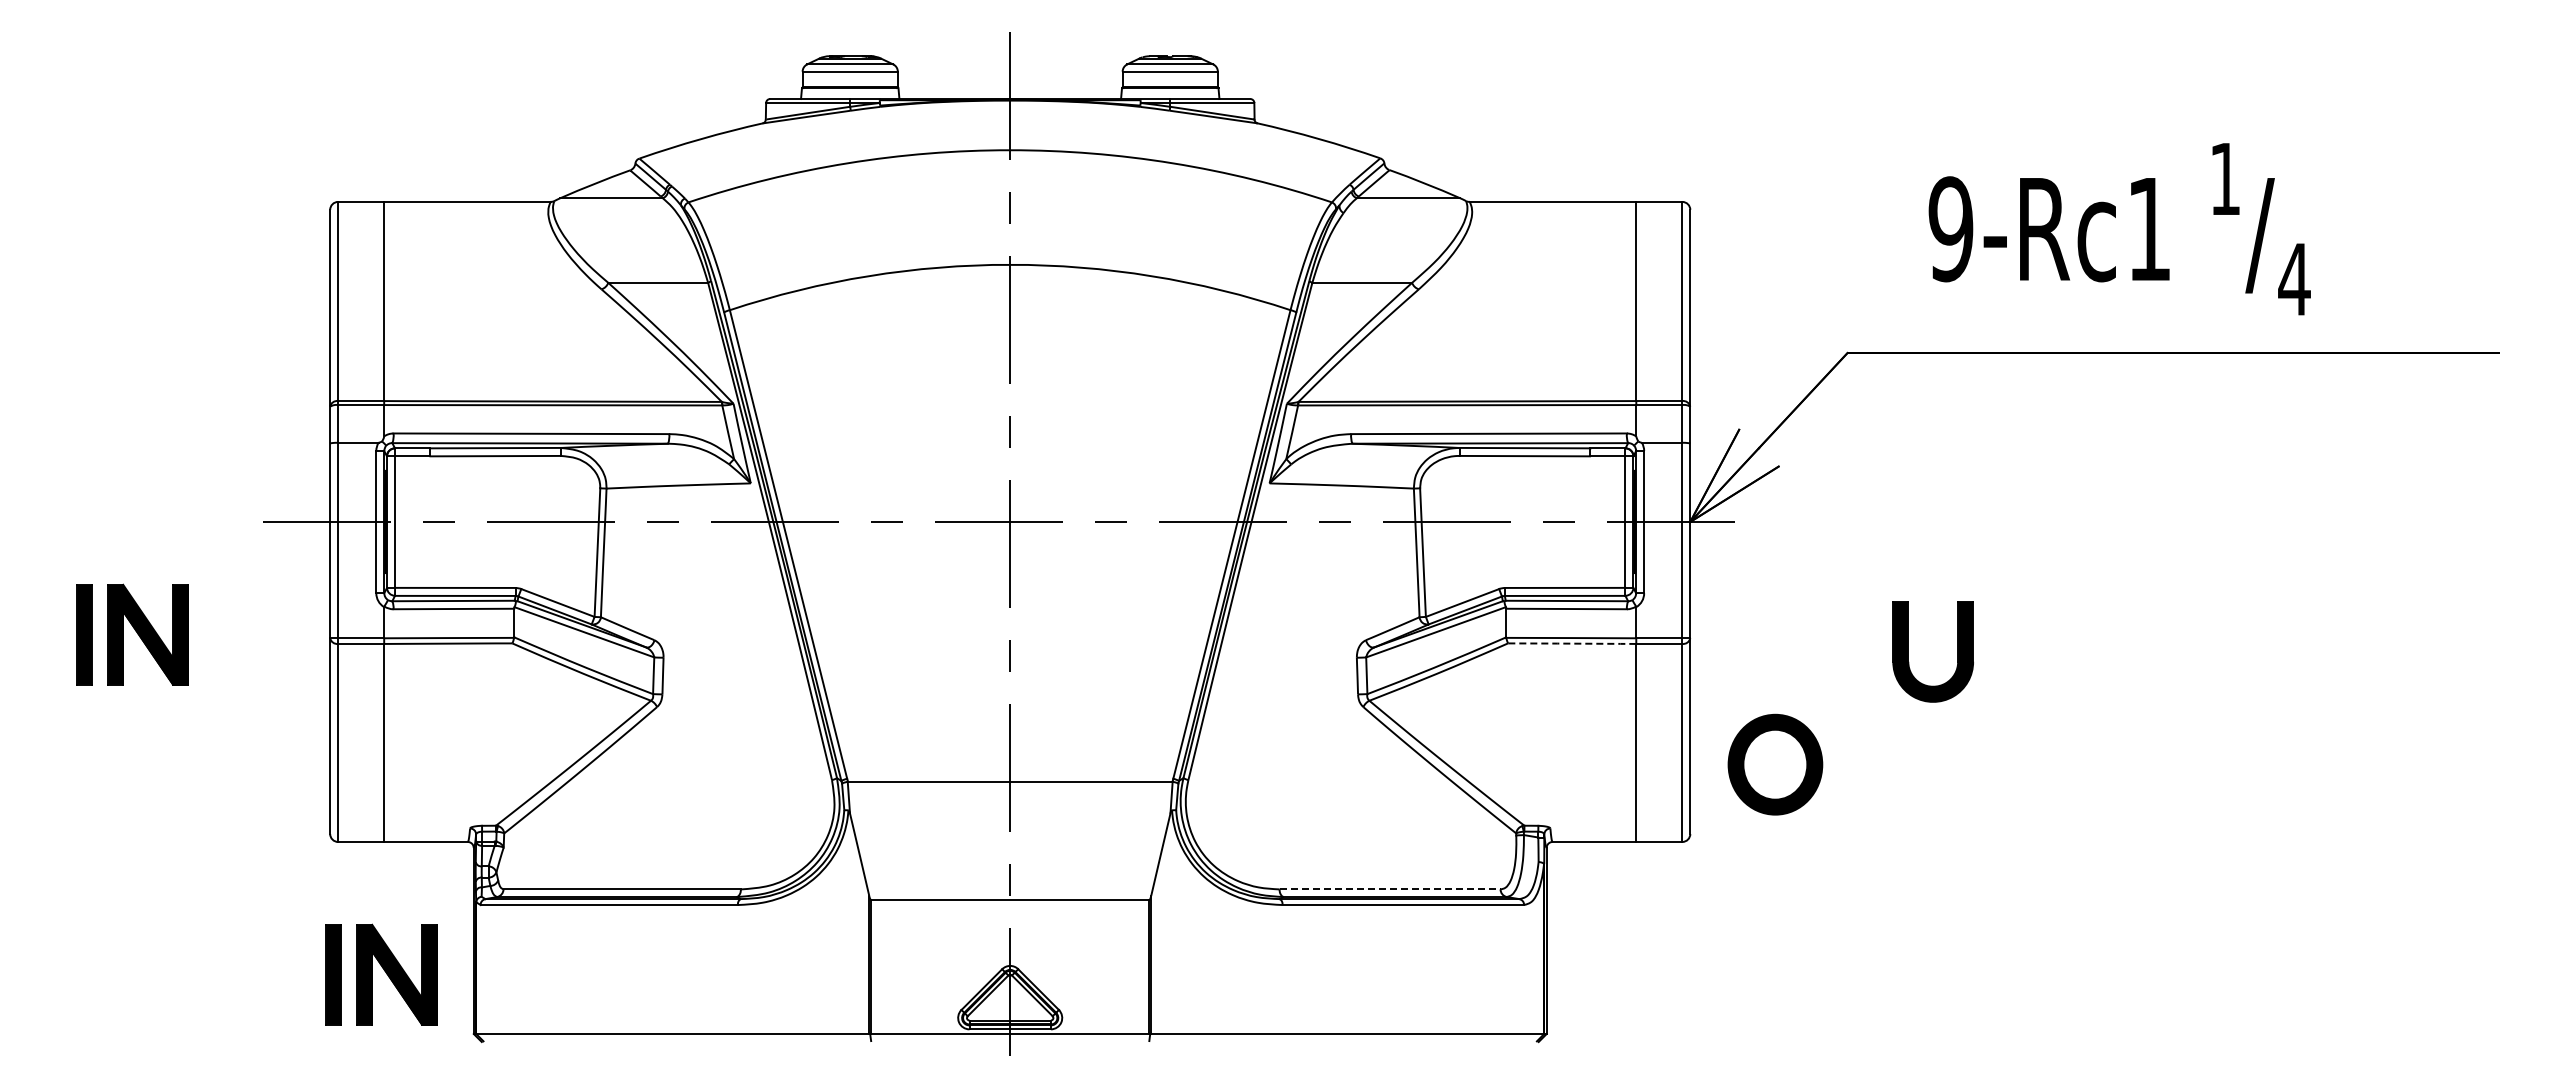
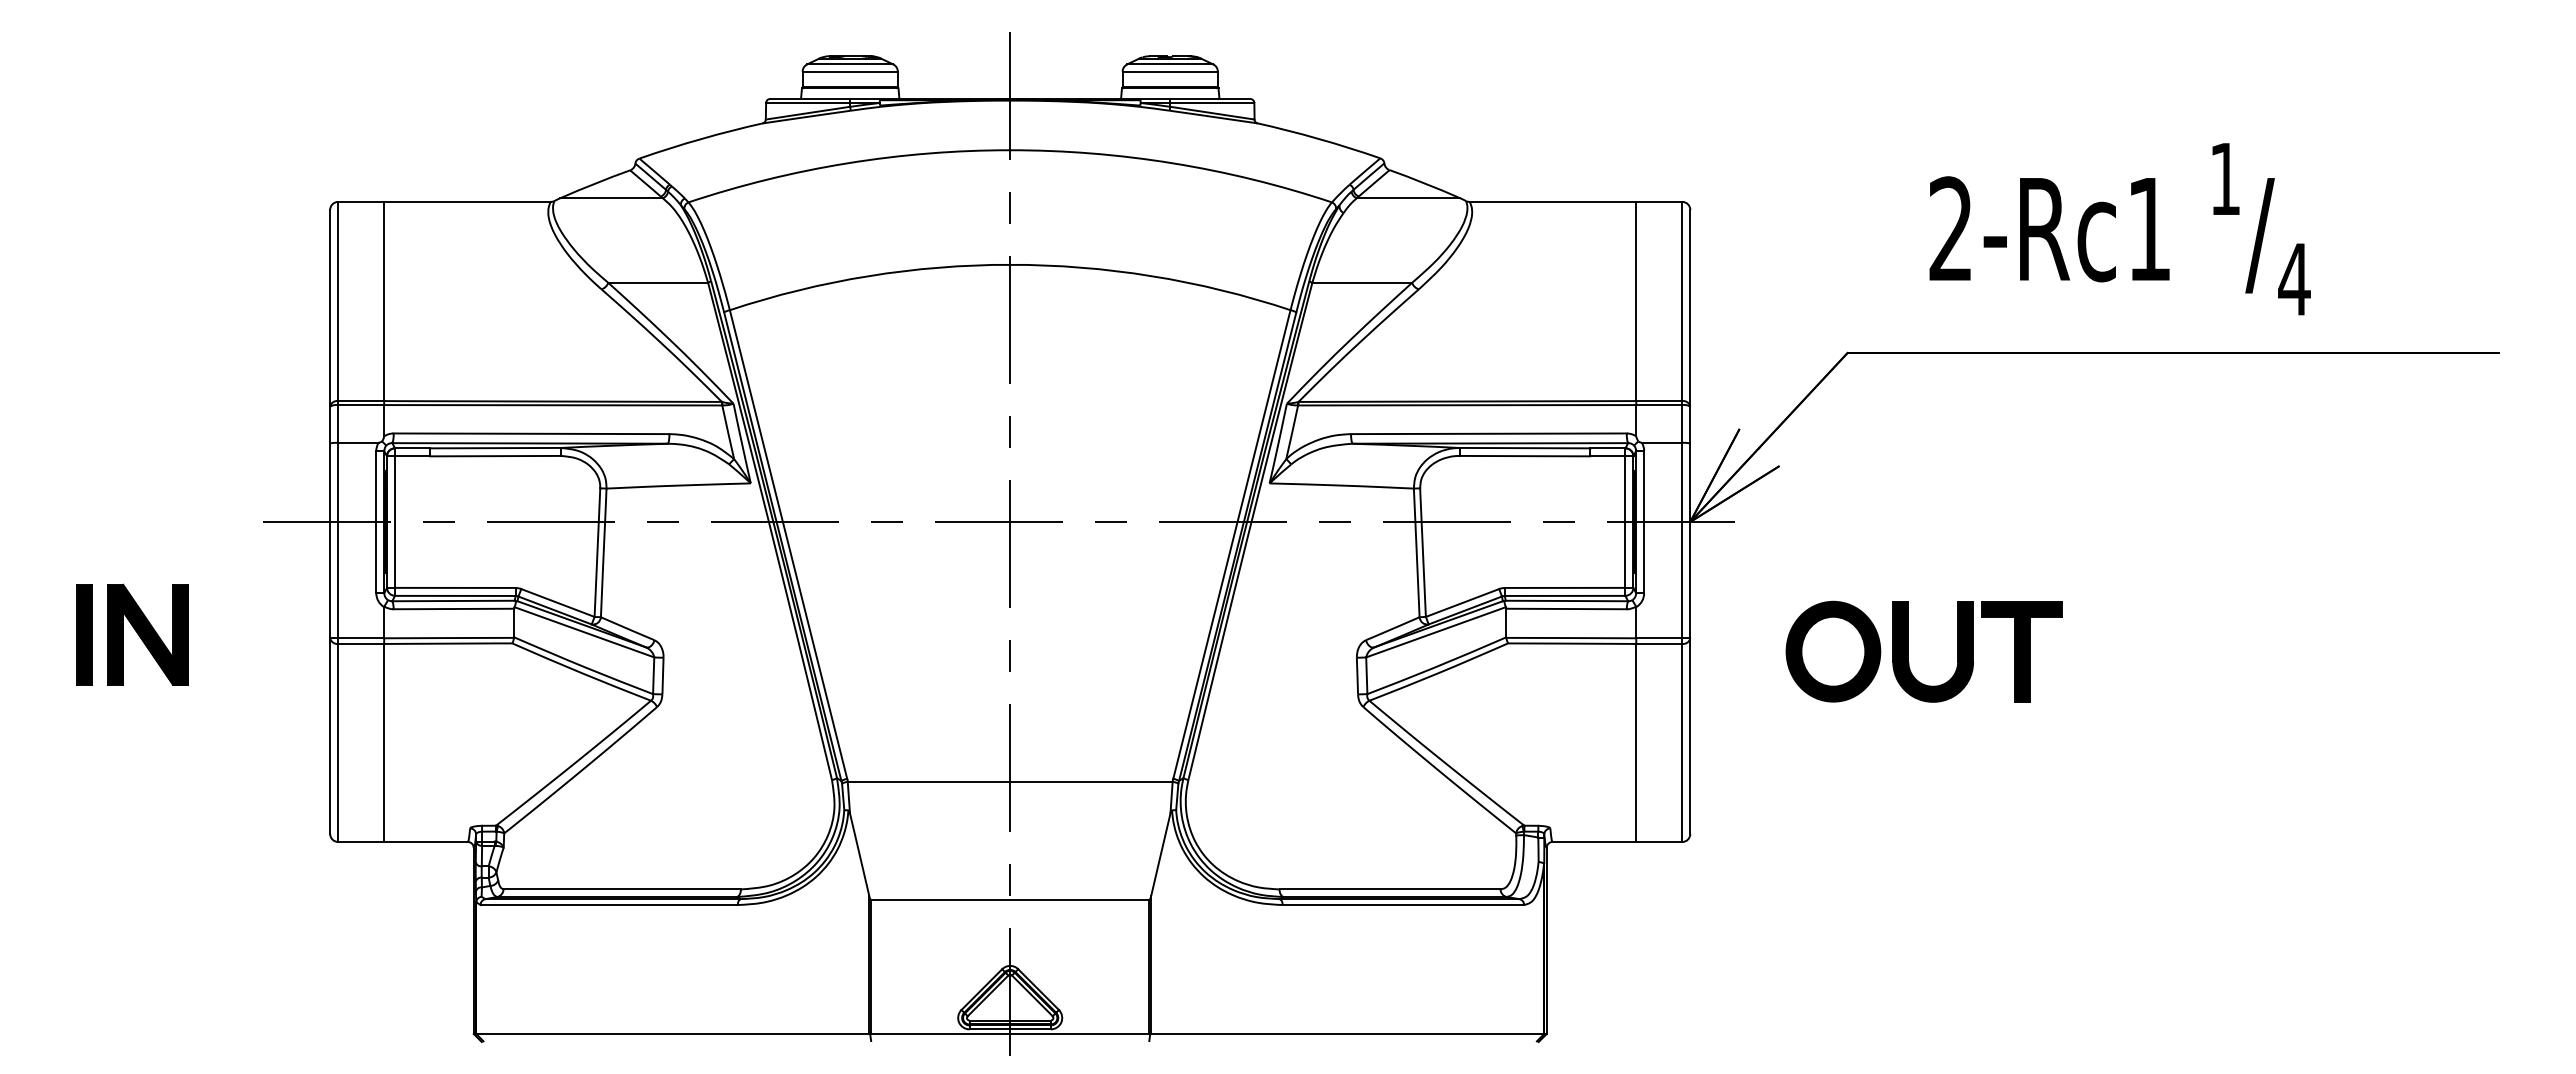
text at (1950, 229): 9-Rc1 -> 2-Rc1
line at (1572, 643): dashed -> solid
part at (2021, 651): none -> present
part at (1775, 764) position: (1775, 764) -> (1833, 651)
line at (1390, 889): dashed -> solid
part at (381, 974): present -> none
